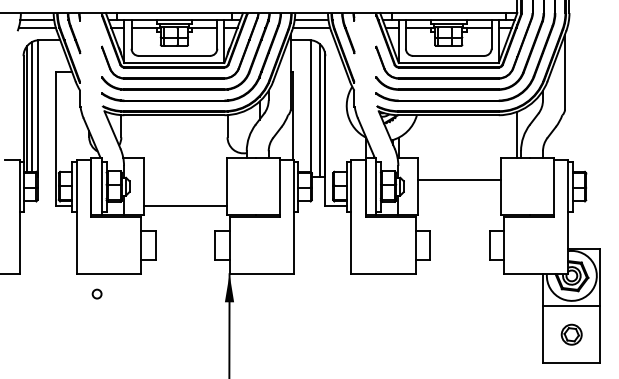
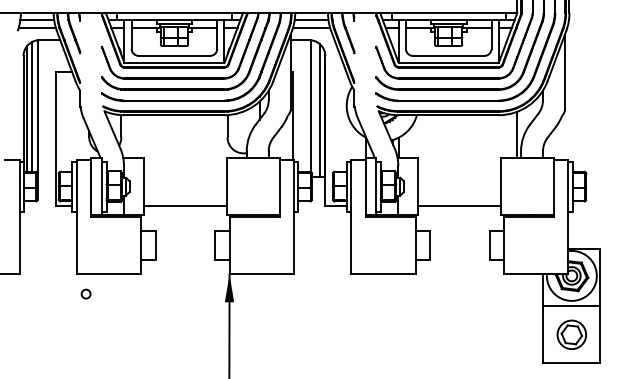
line at (459, 179) position: (459, 179) -> (459, 205)
circle at (96, 293) position: (96, 293) -> (85, 293)
part at (571, 334) size: 23x23 px -> 31x31 px
